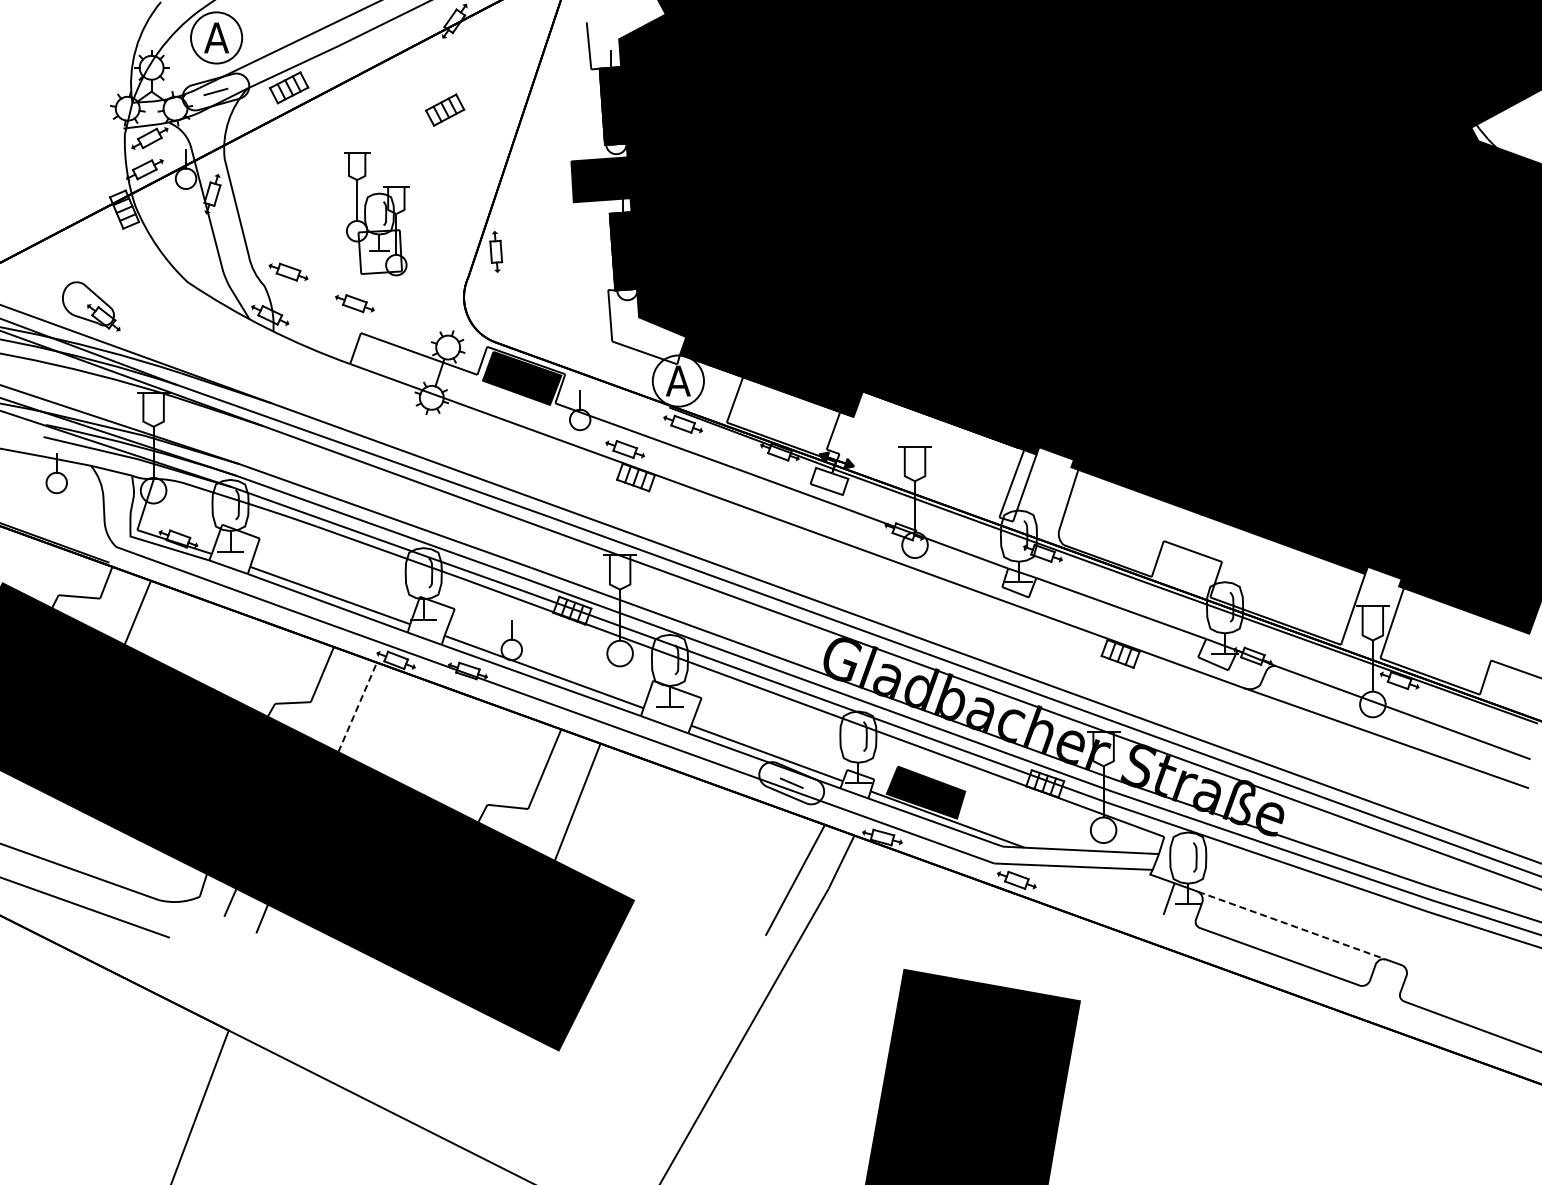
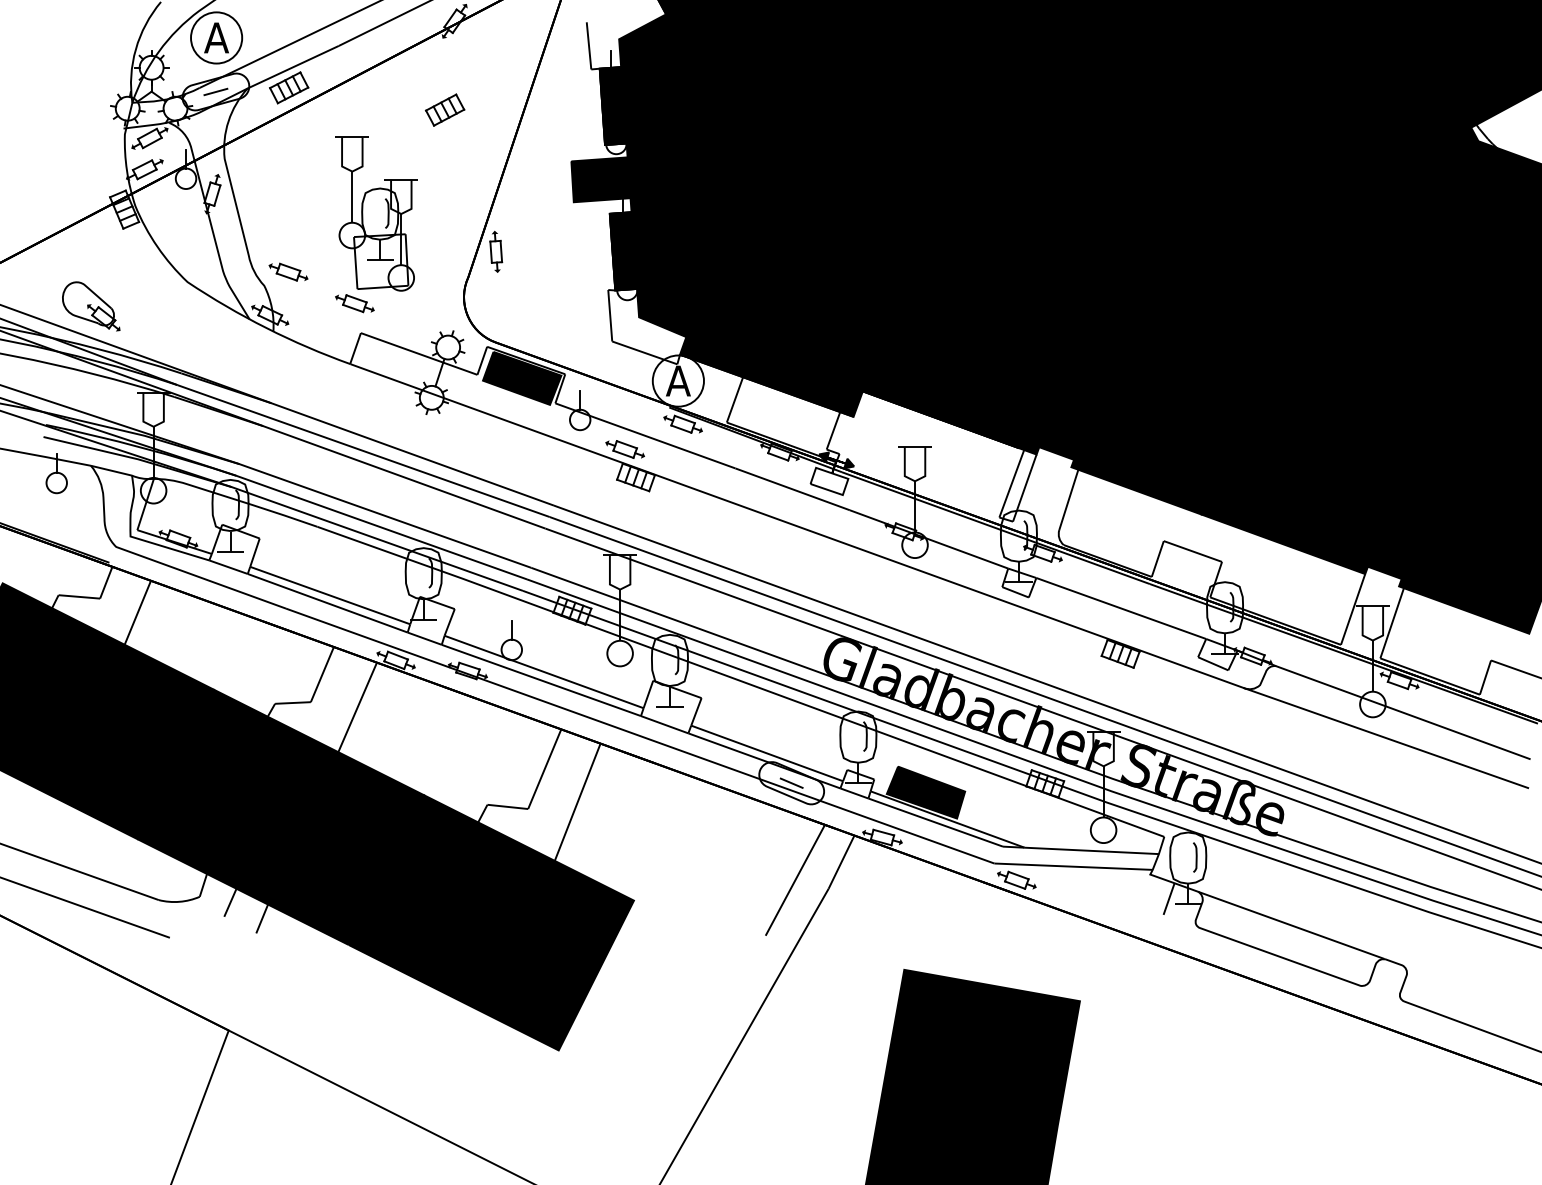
part at (376, 214) size: 66x125 px -> 83x156 px
line at (357, 707): dashed -> solid
line at (1291, 925): dashed -> solid
